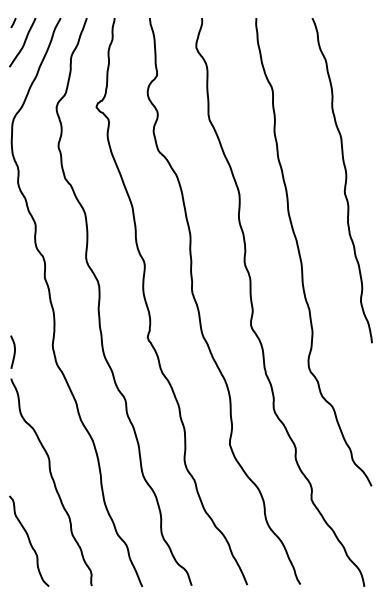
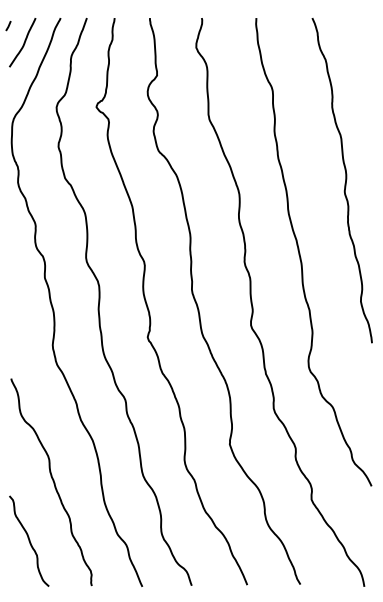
line at (13, 22) position: (13, 22) -> (8, 25)
curve at (14, 351): present -> none
